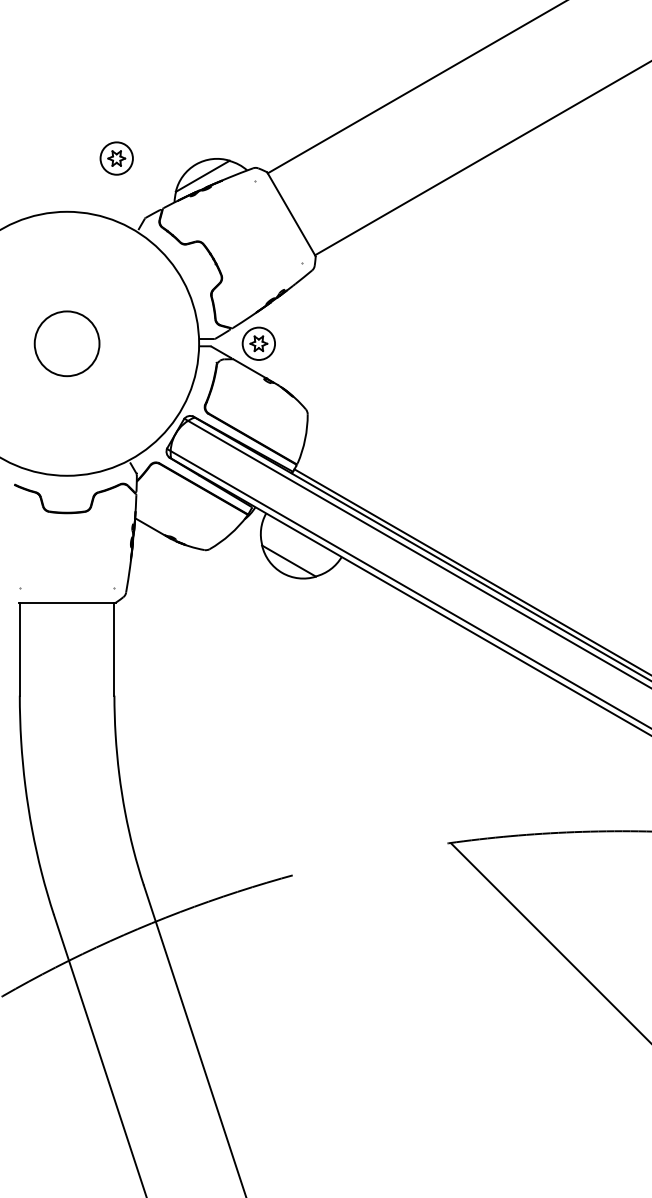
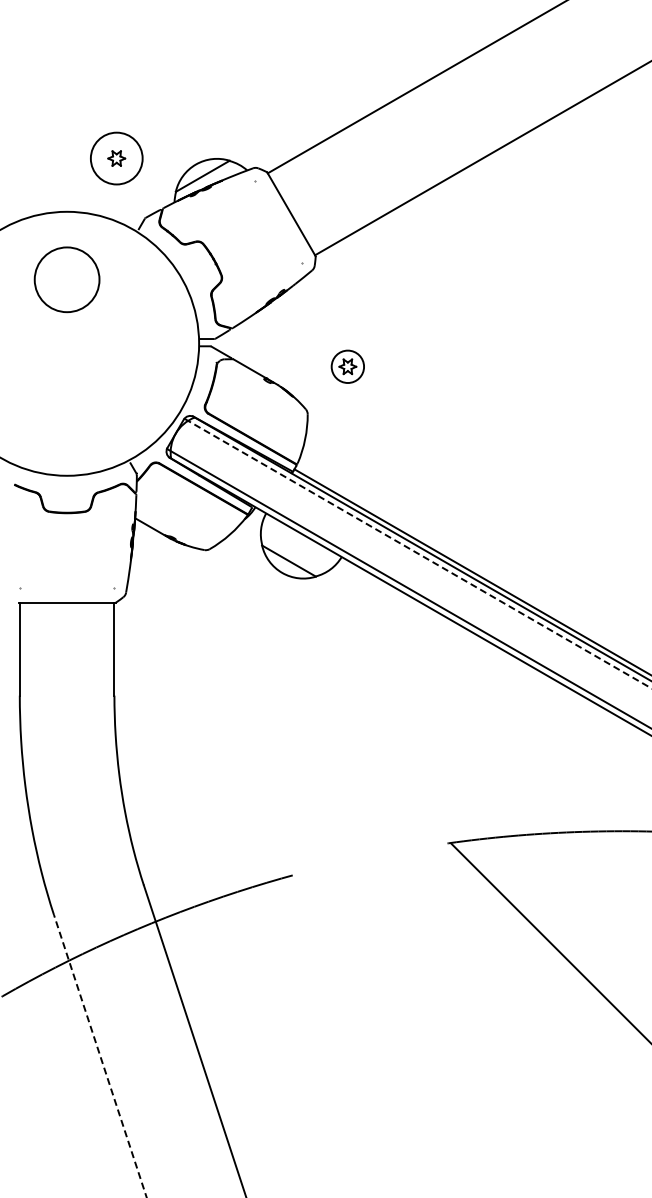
circle at (116, 158) diameter: 32 px -> 52 px
circle at (66, 343) position: (66, 343) -> (66, 279)
part at (258, 343) position: (258, 343) -> (347, 366)
line at (418, 553): solid -> dashed
line at (100, 1055): solid -> dashed
